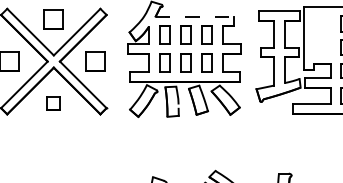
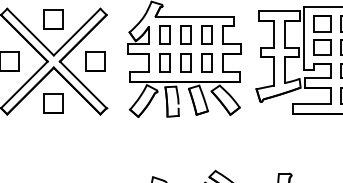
line at (195, 16): dashed -> solid
part at (322, 35): none -> present
part at (53, 103) size: 15x15 px -> 21x21 px
